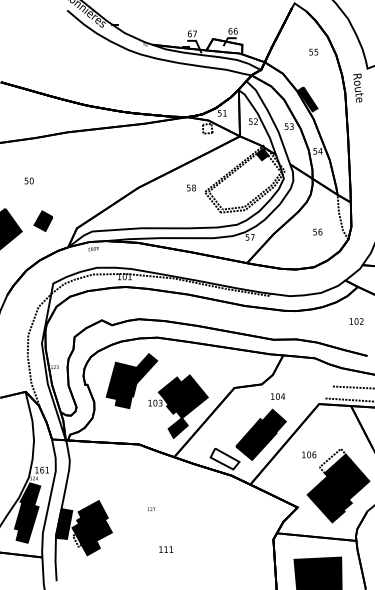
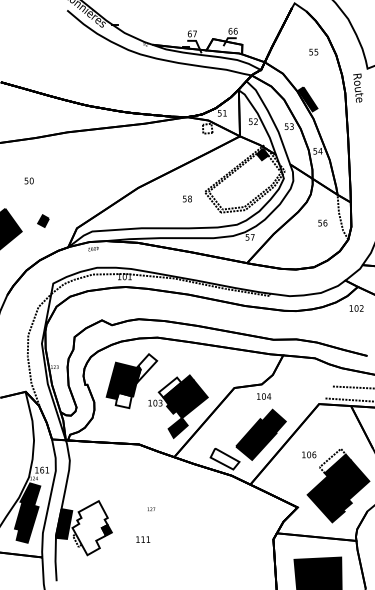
text at (191, 187) position: (191, 187) -> (187, 198)
part at (43, 220) size: 21x22 px -> 13x14 px
text at (317, 231) position: (317, 231) -> (322, 222)
text at (356, 321) position: (356, 321) -> (356, 308)
fill at (146, 368): present -> none
fill at (169, 387): present -> none
text at (278, 396) position: (278, 396) -> (264, 396)
fill at (123, 400): present -> none
fill at (89, 528): present -> none
text at (166, 549) position: (166, 549) -> (143, 539)
